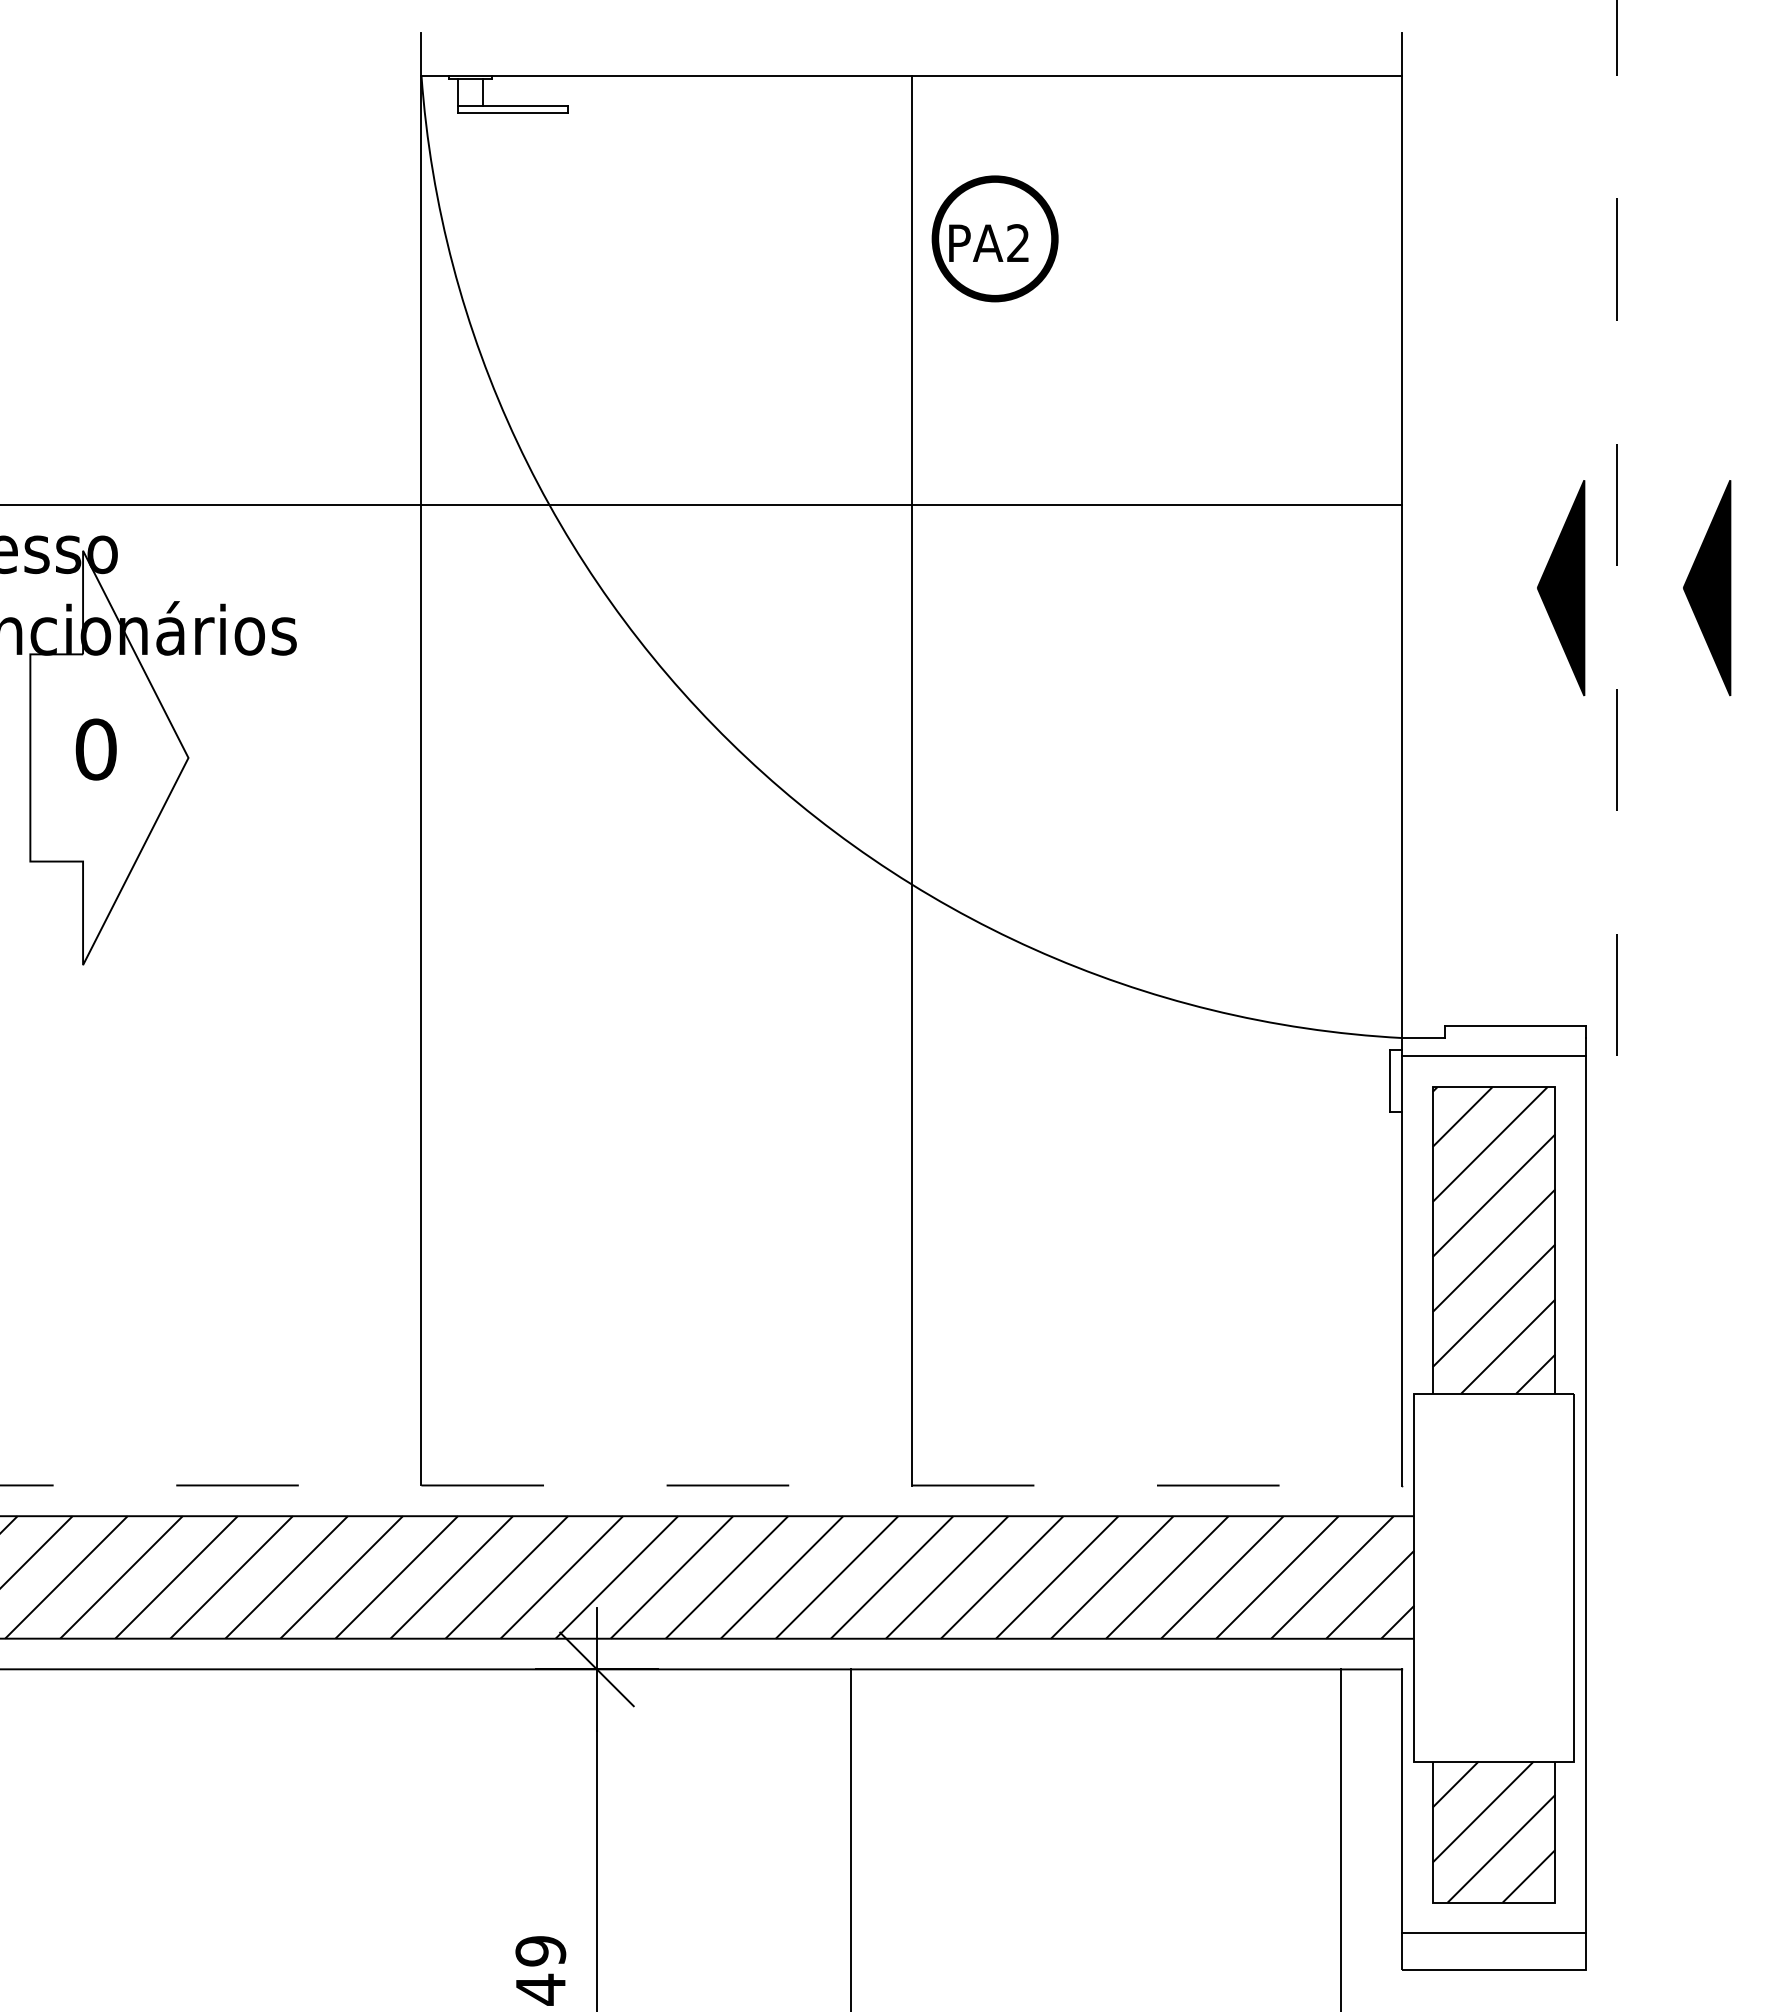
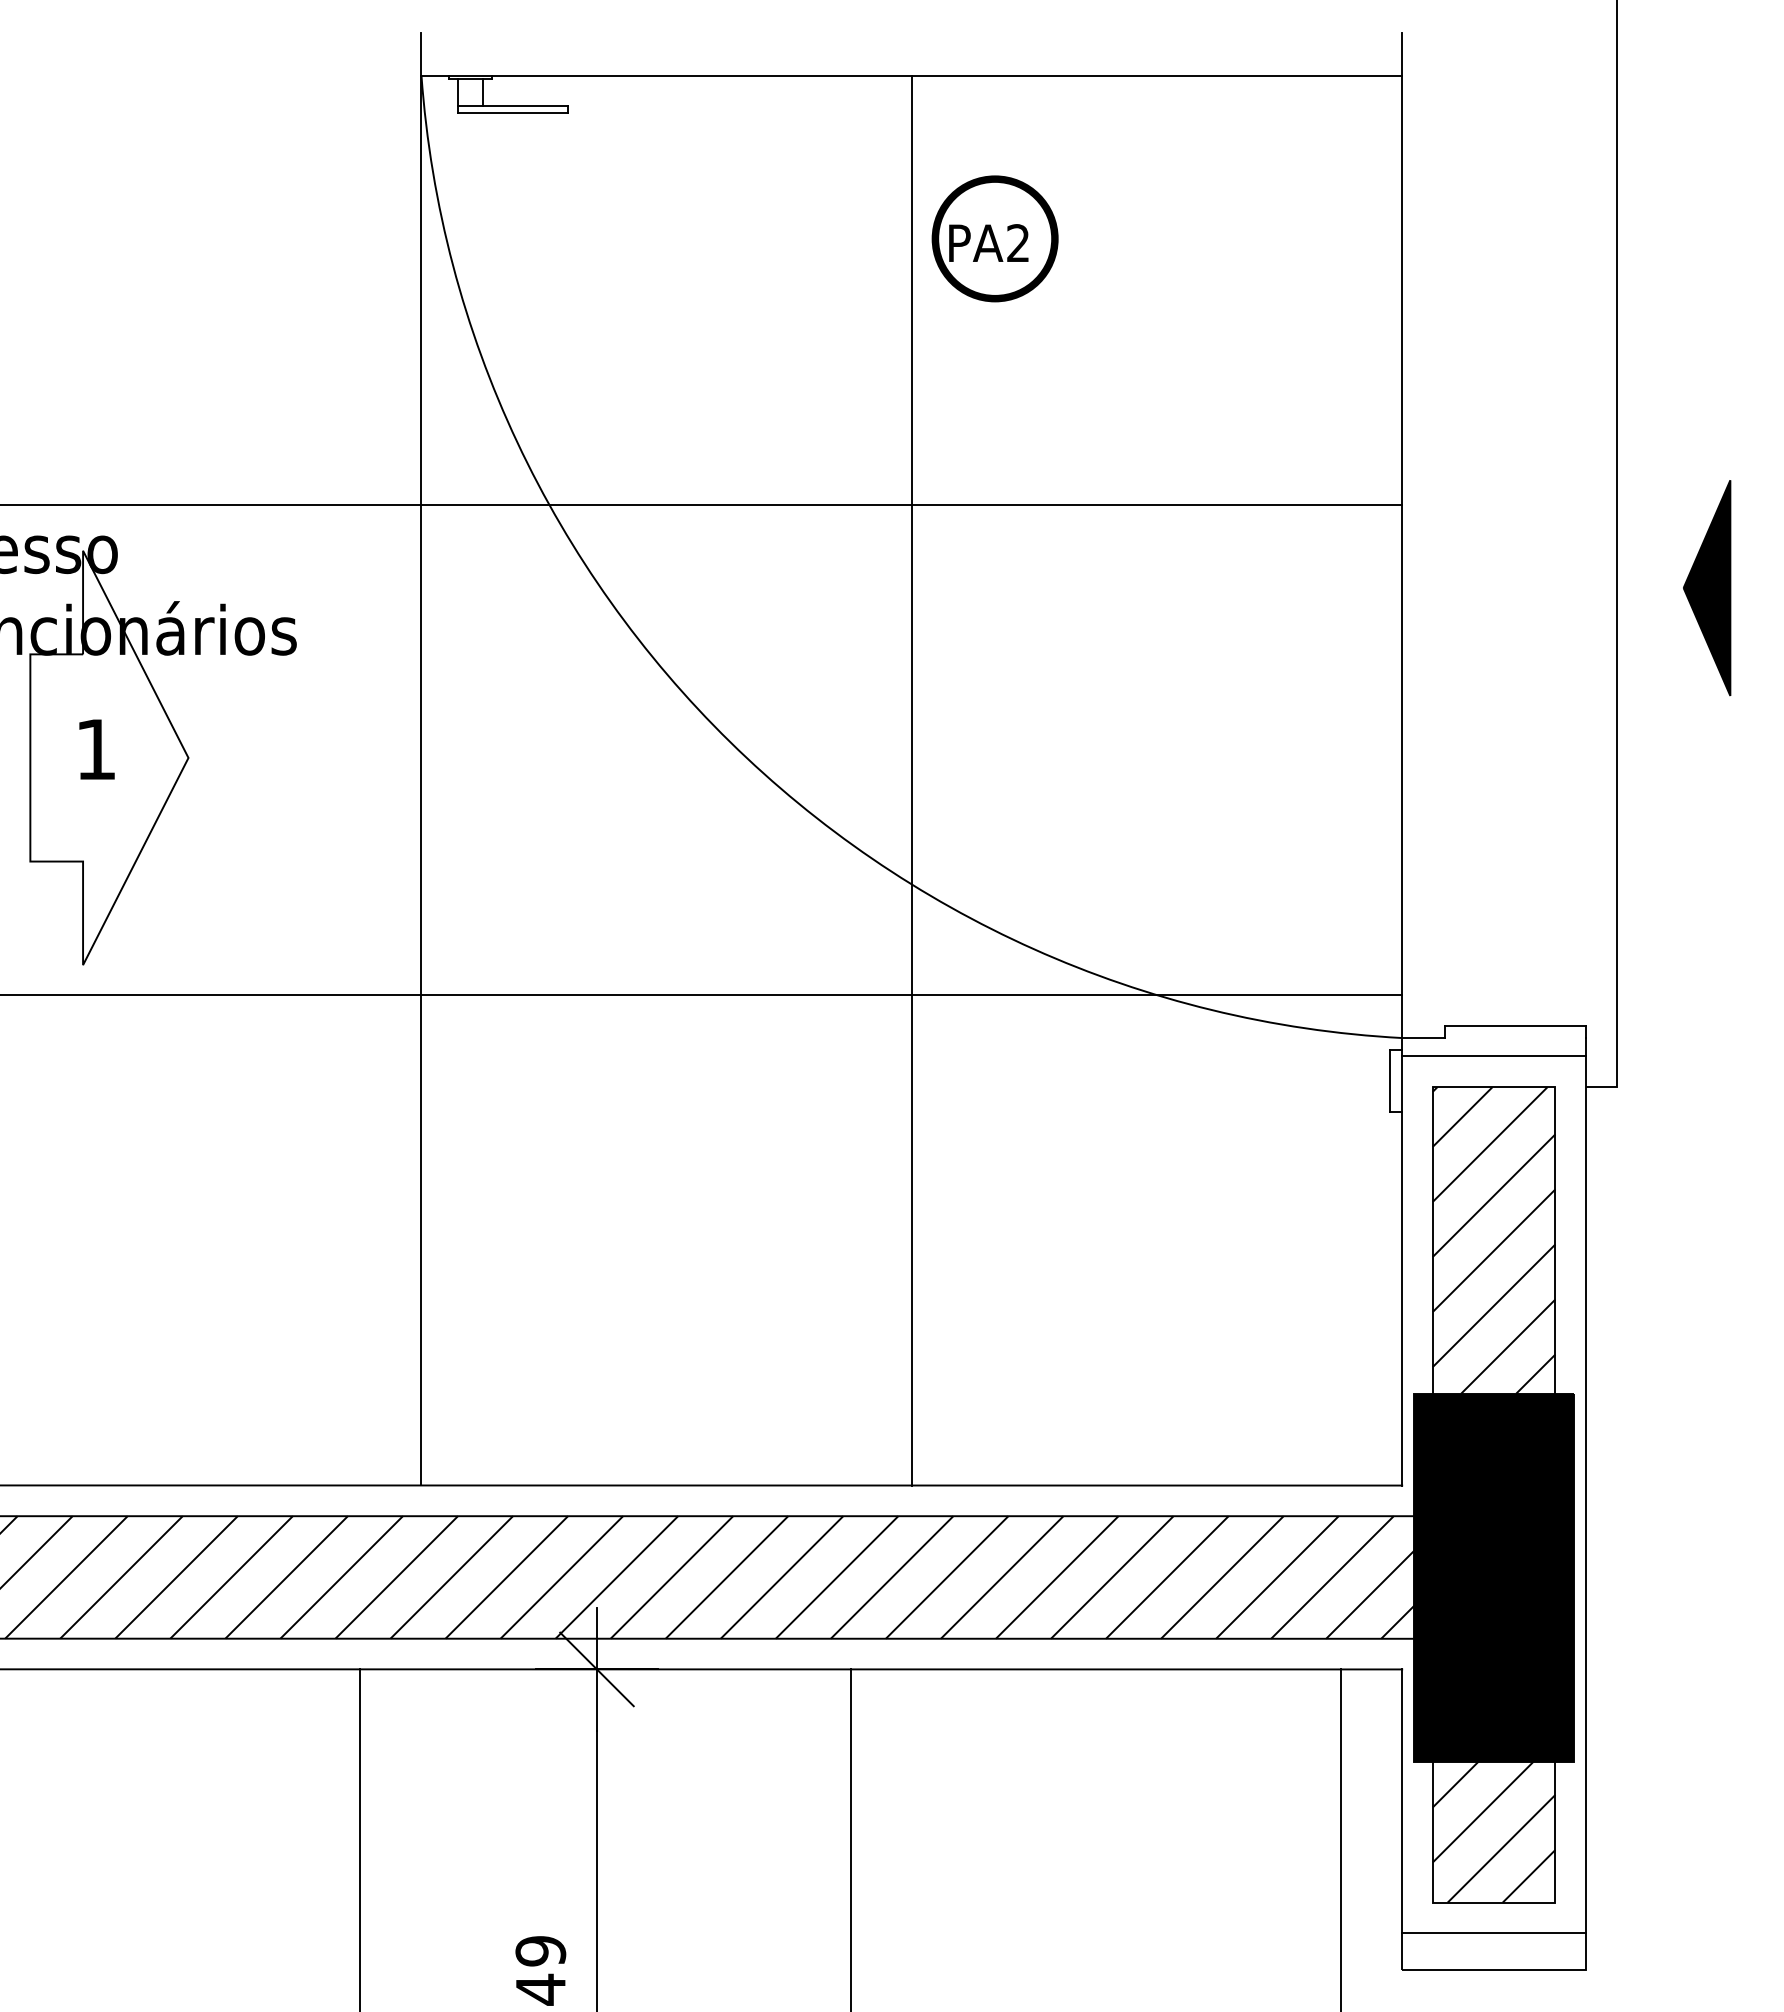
line at (1616, 560): dashed -> solid
part at (1561, 588): present -> none
text at (95, 749): 0 -> 1
line at (702, 995): none -> present
line at (701, 1485): dashed -> solid
fill at (1493, 1577): none -> present
line at (360, 1838): none -> present
